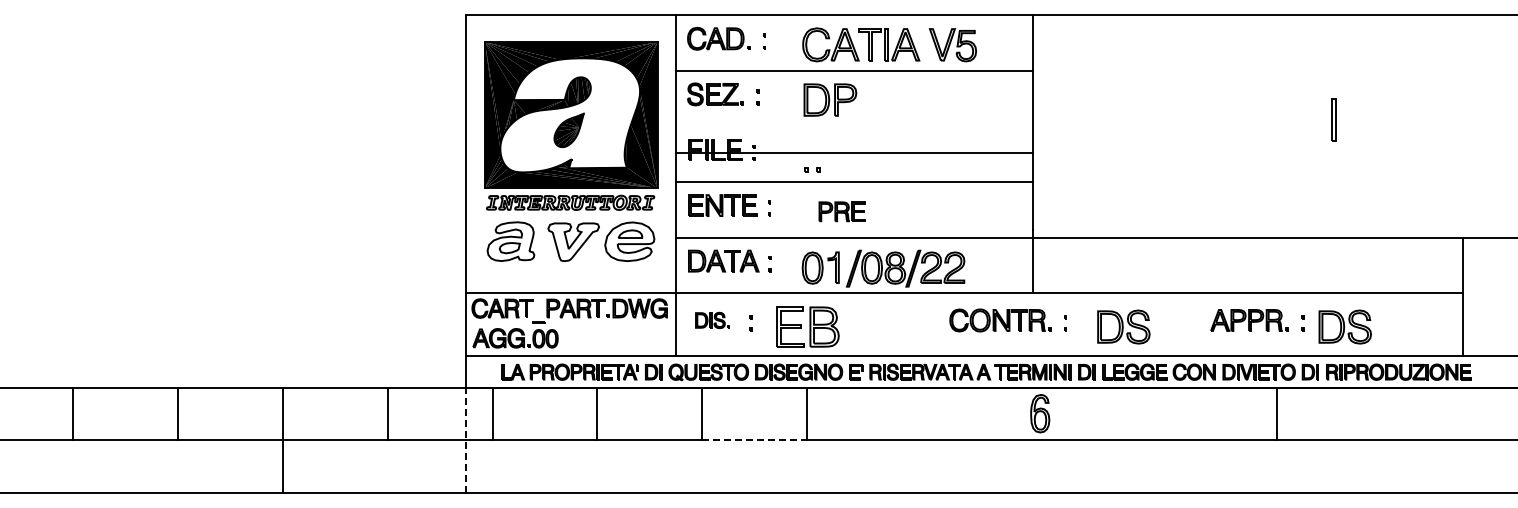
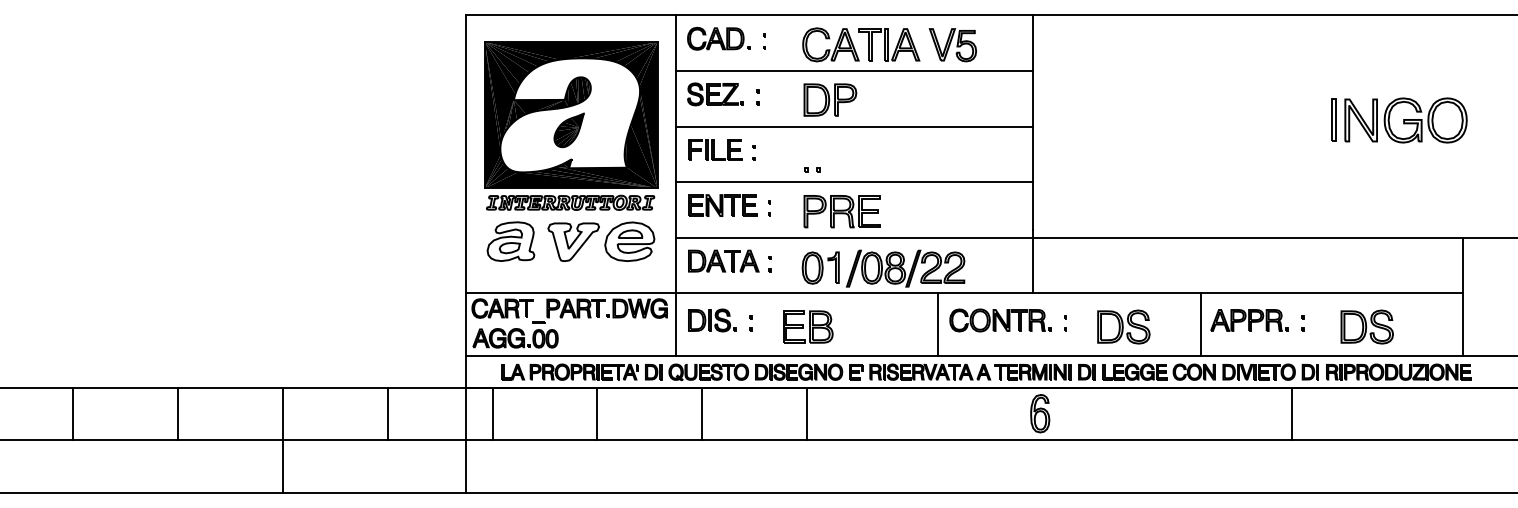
part at (1405, 120): none -> present
line at (854, 152) position: (854, 152) -> (854, 126)
part at (841, 211) size: 48x22 px -> 78x34 px
part at (712, 320) size: 35x19 px -> 49x25 px
line at (938, 324): none -> present
line at (1200, 324): none -> present
part at (807, 326) size: 64x42 px -> 51x34 px
part at (1344, 326) position: (1344, 326) -> (1366, 326)
line at (1277, 413) position: (1277, 413) -> (1292, 413)
line at (466, 439): dashed -> solid
line at (755, 440): dashed -> solid
